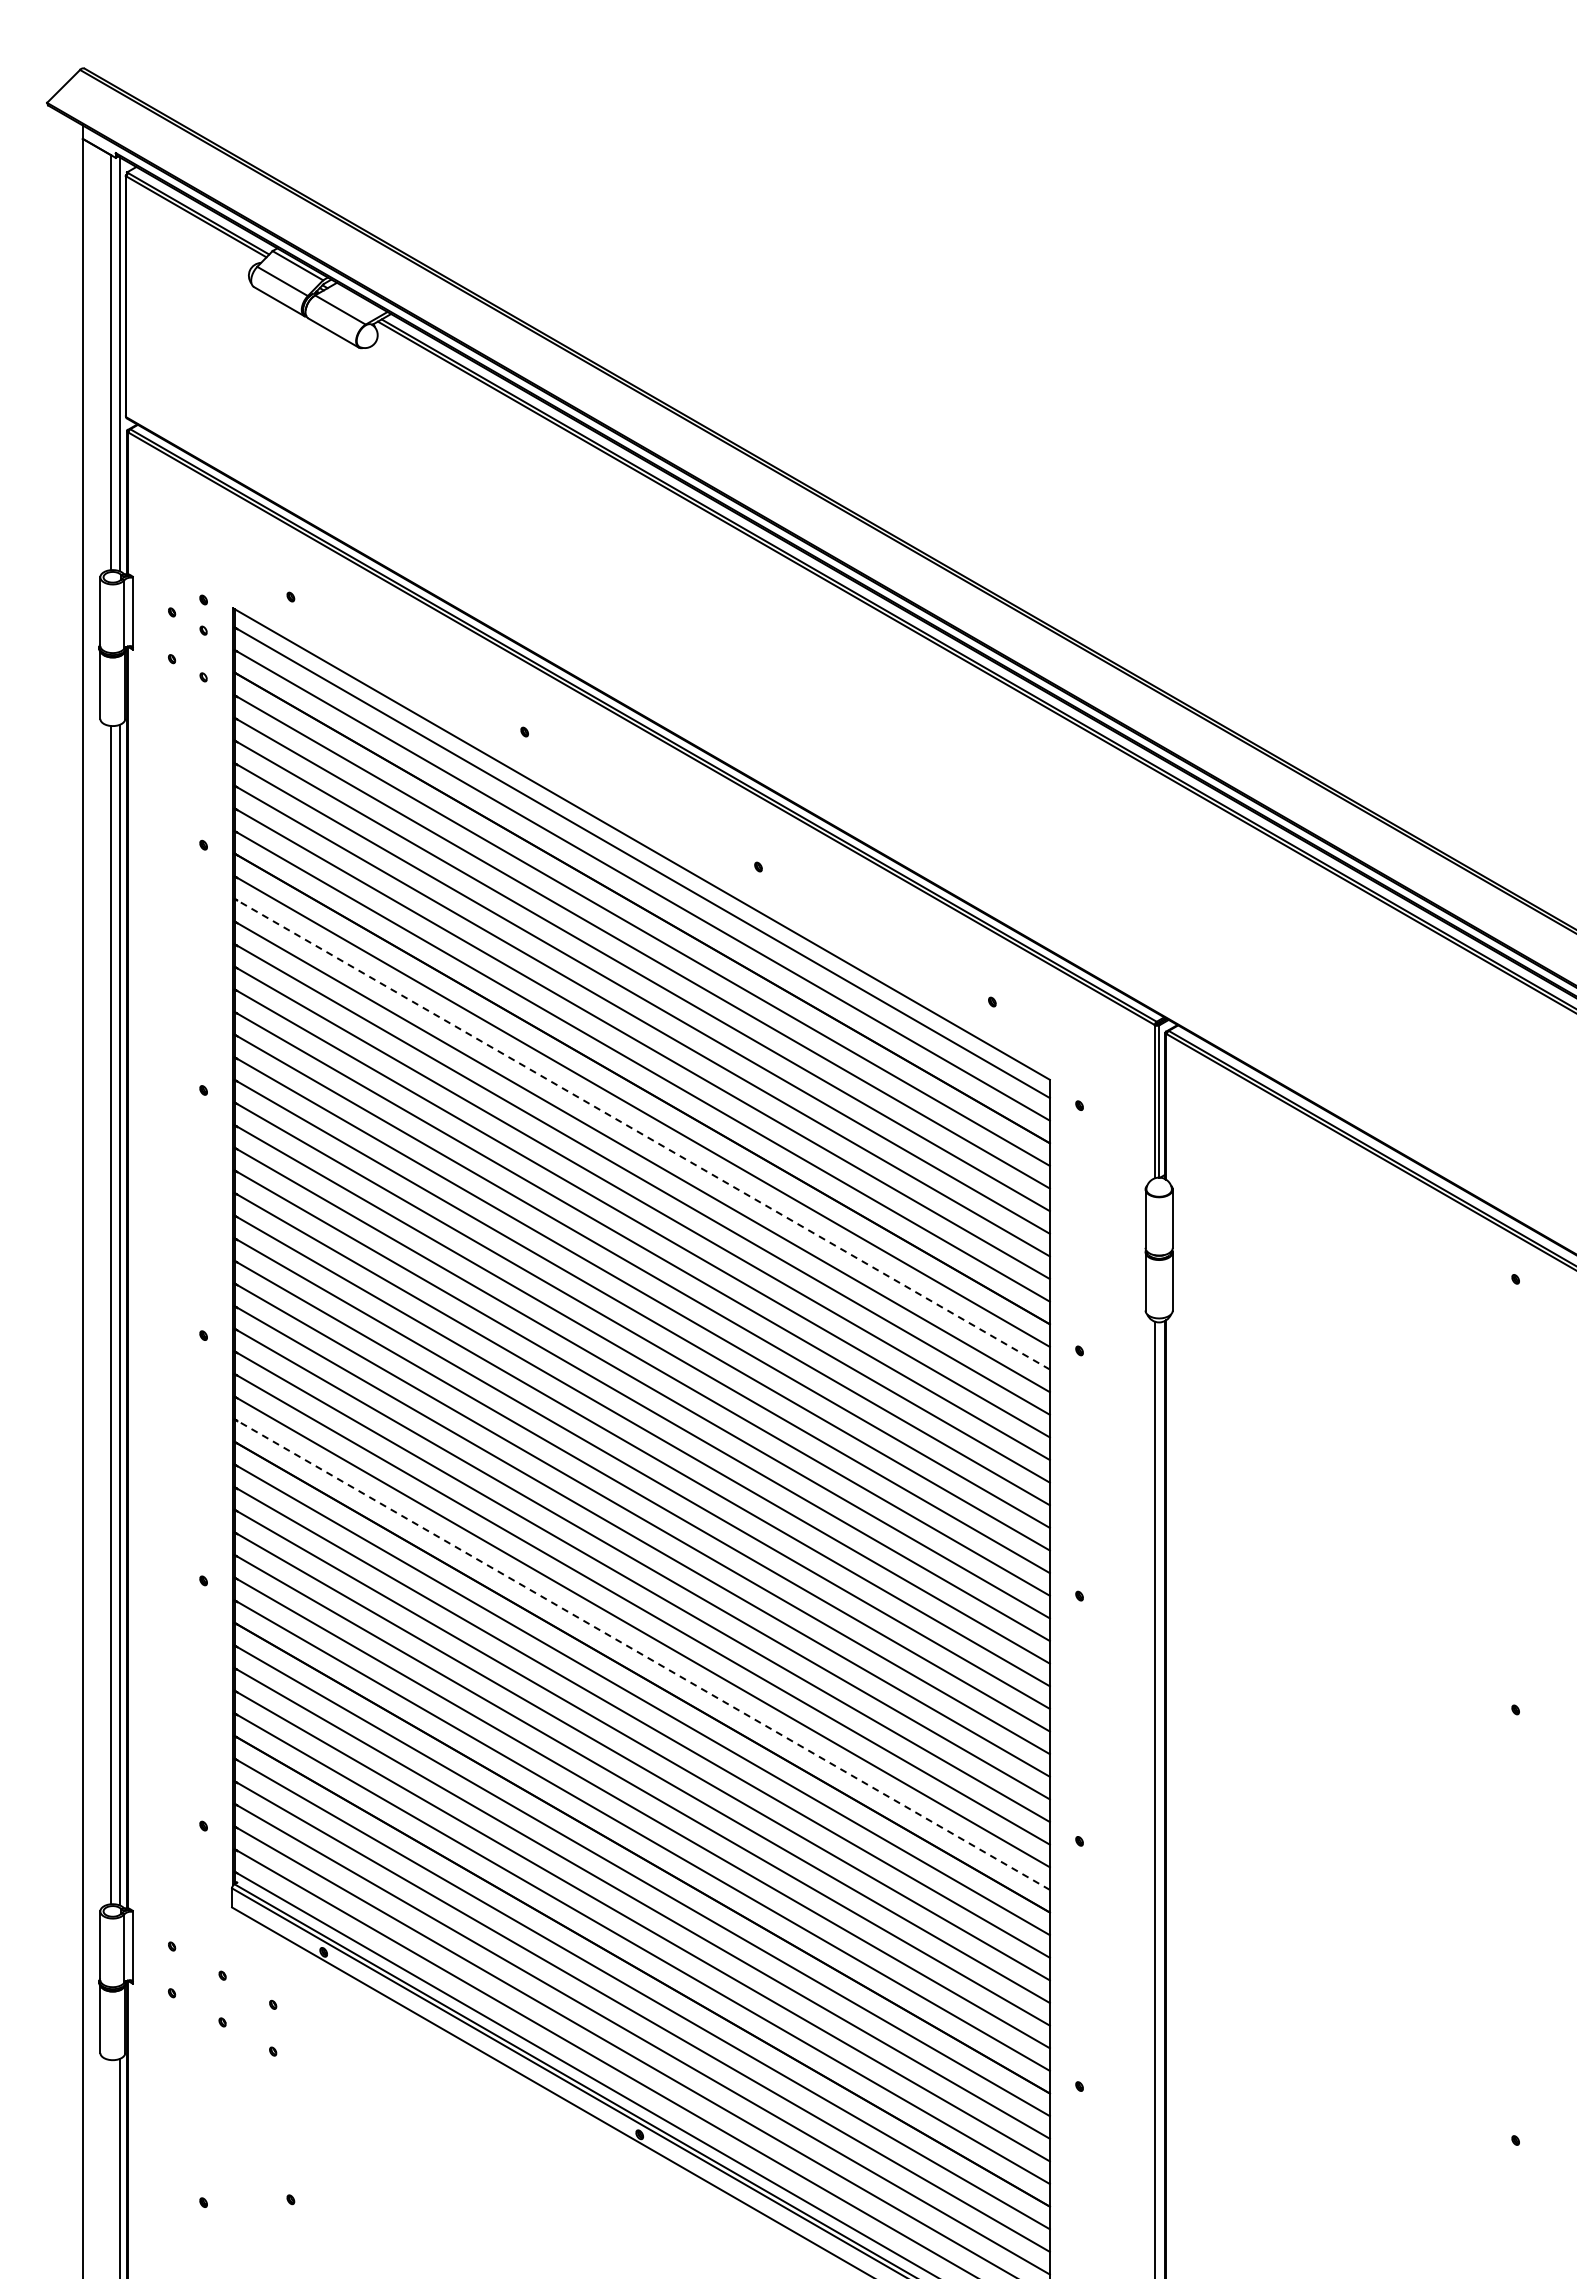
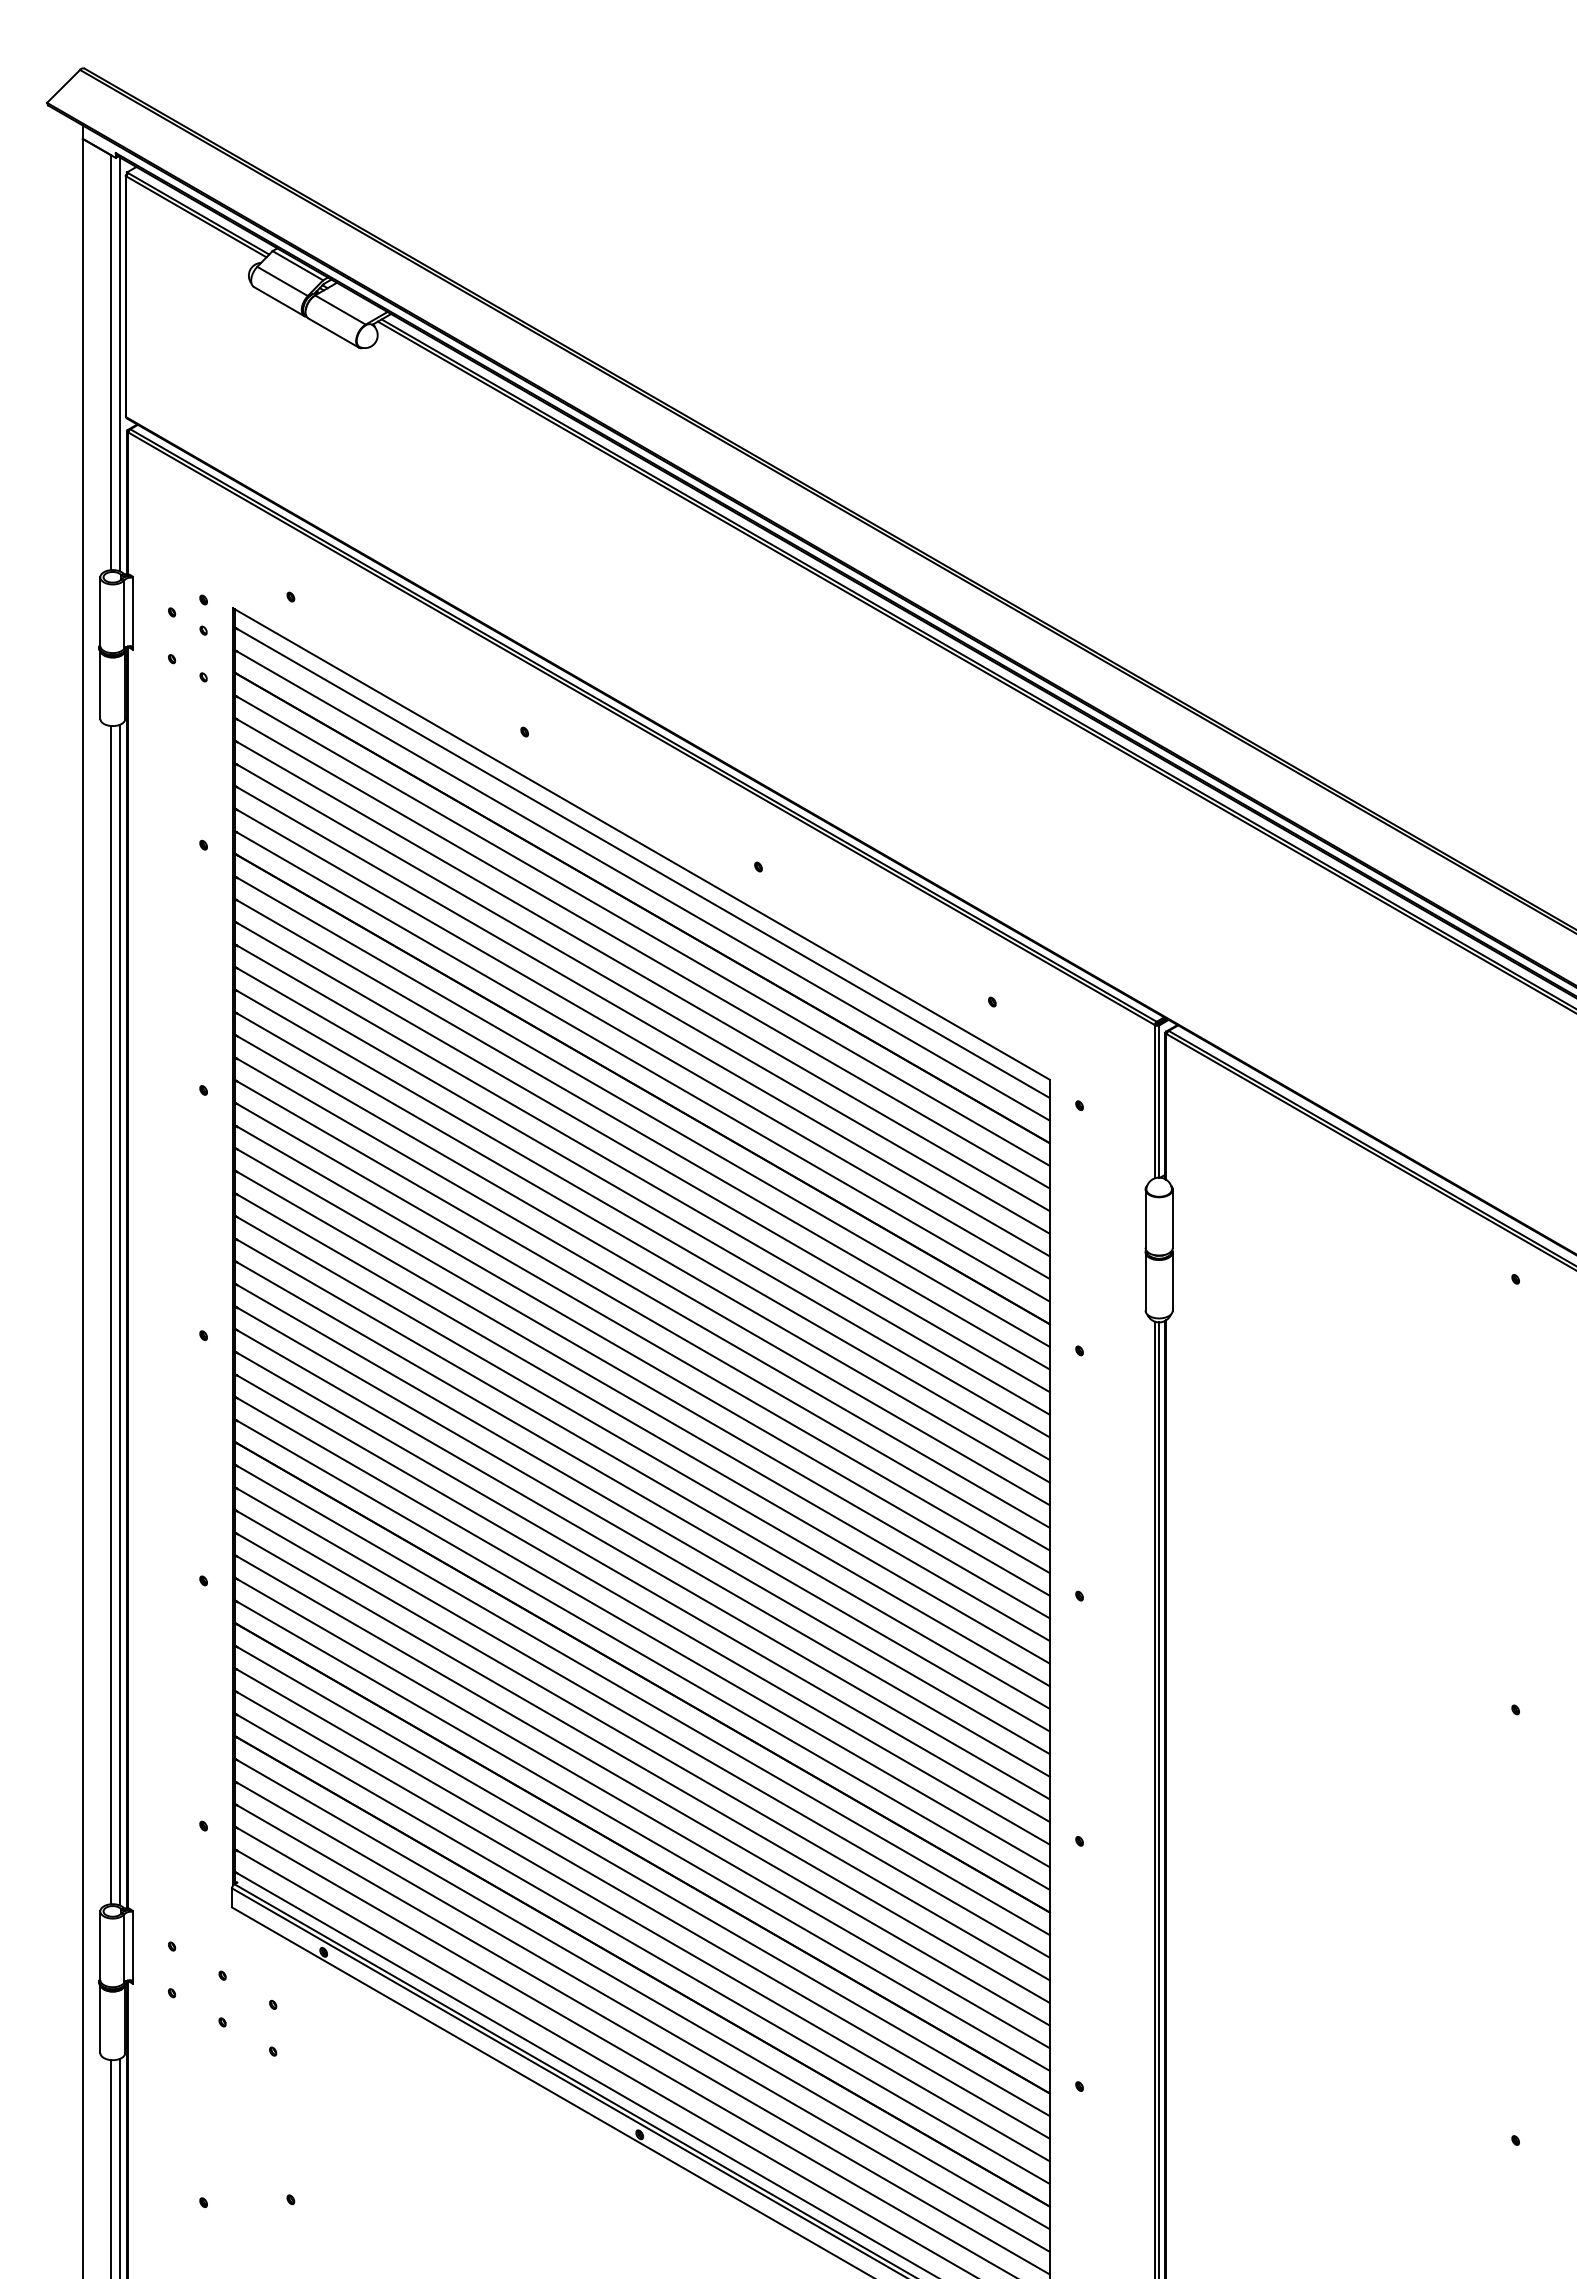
line at (642, 1134): dashed -> solid
line at (642, 1654): dashed -> solid
line at (1159, 1798): none -> present
line at (111, 2167): none -> present
